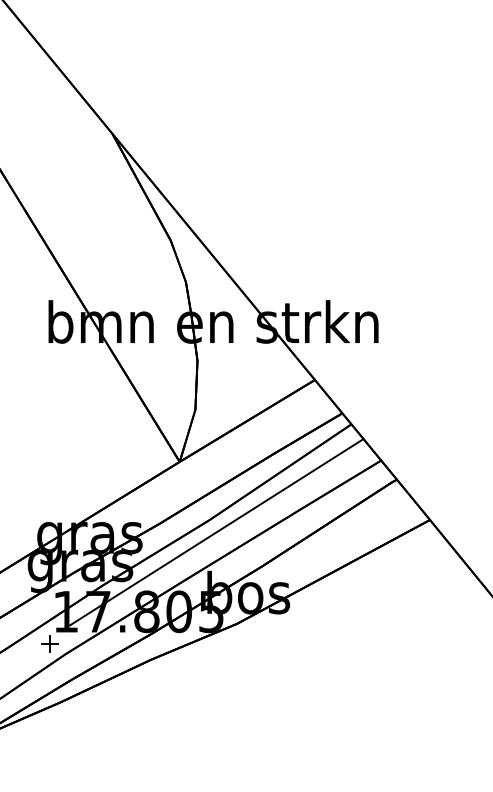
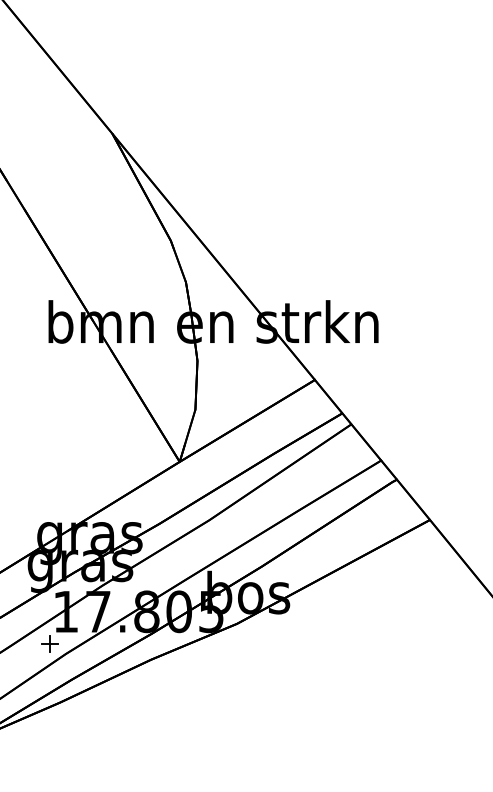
line at (216, 532): present -> none
